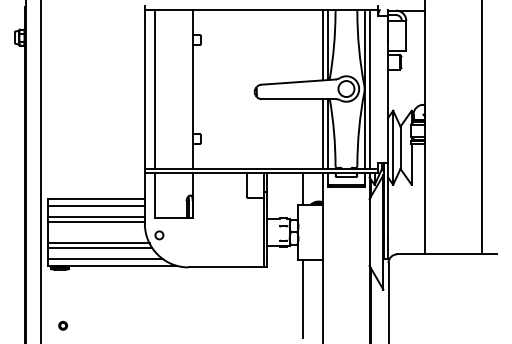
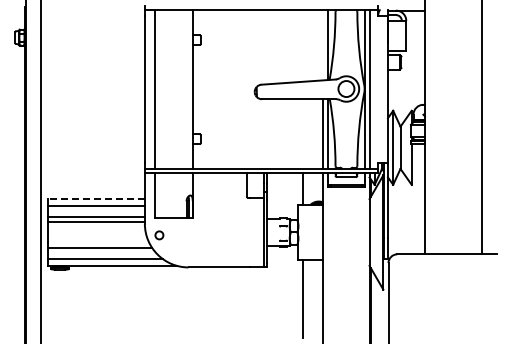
line at (323, 45): present -> none
line at (96, 198): solid -> dashed
line at (98, 243): present -> none
part at (62, 325): present -> none
